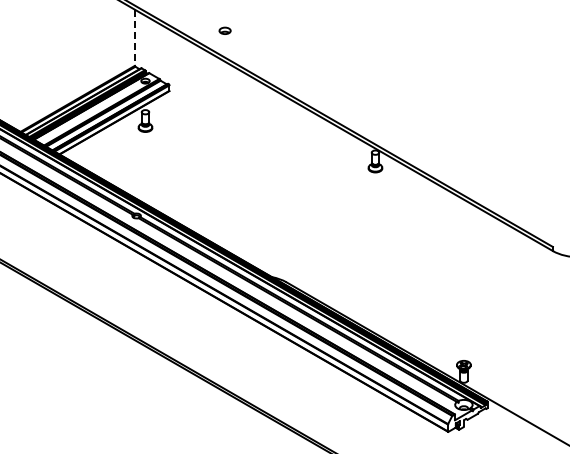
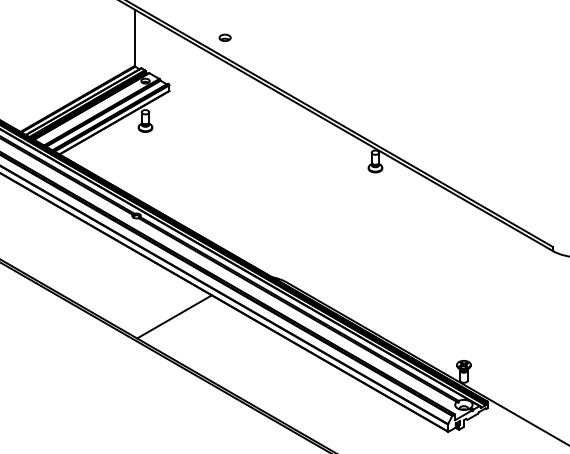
part at (224, 30) position: (224, 30) -> (224, 37)
line at (134, 38): dashed -> solid
line at (174, 316): none -> present
